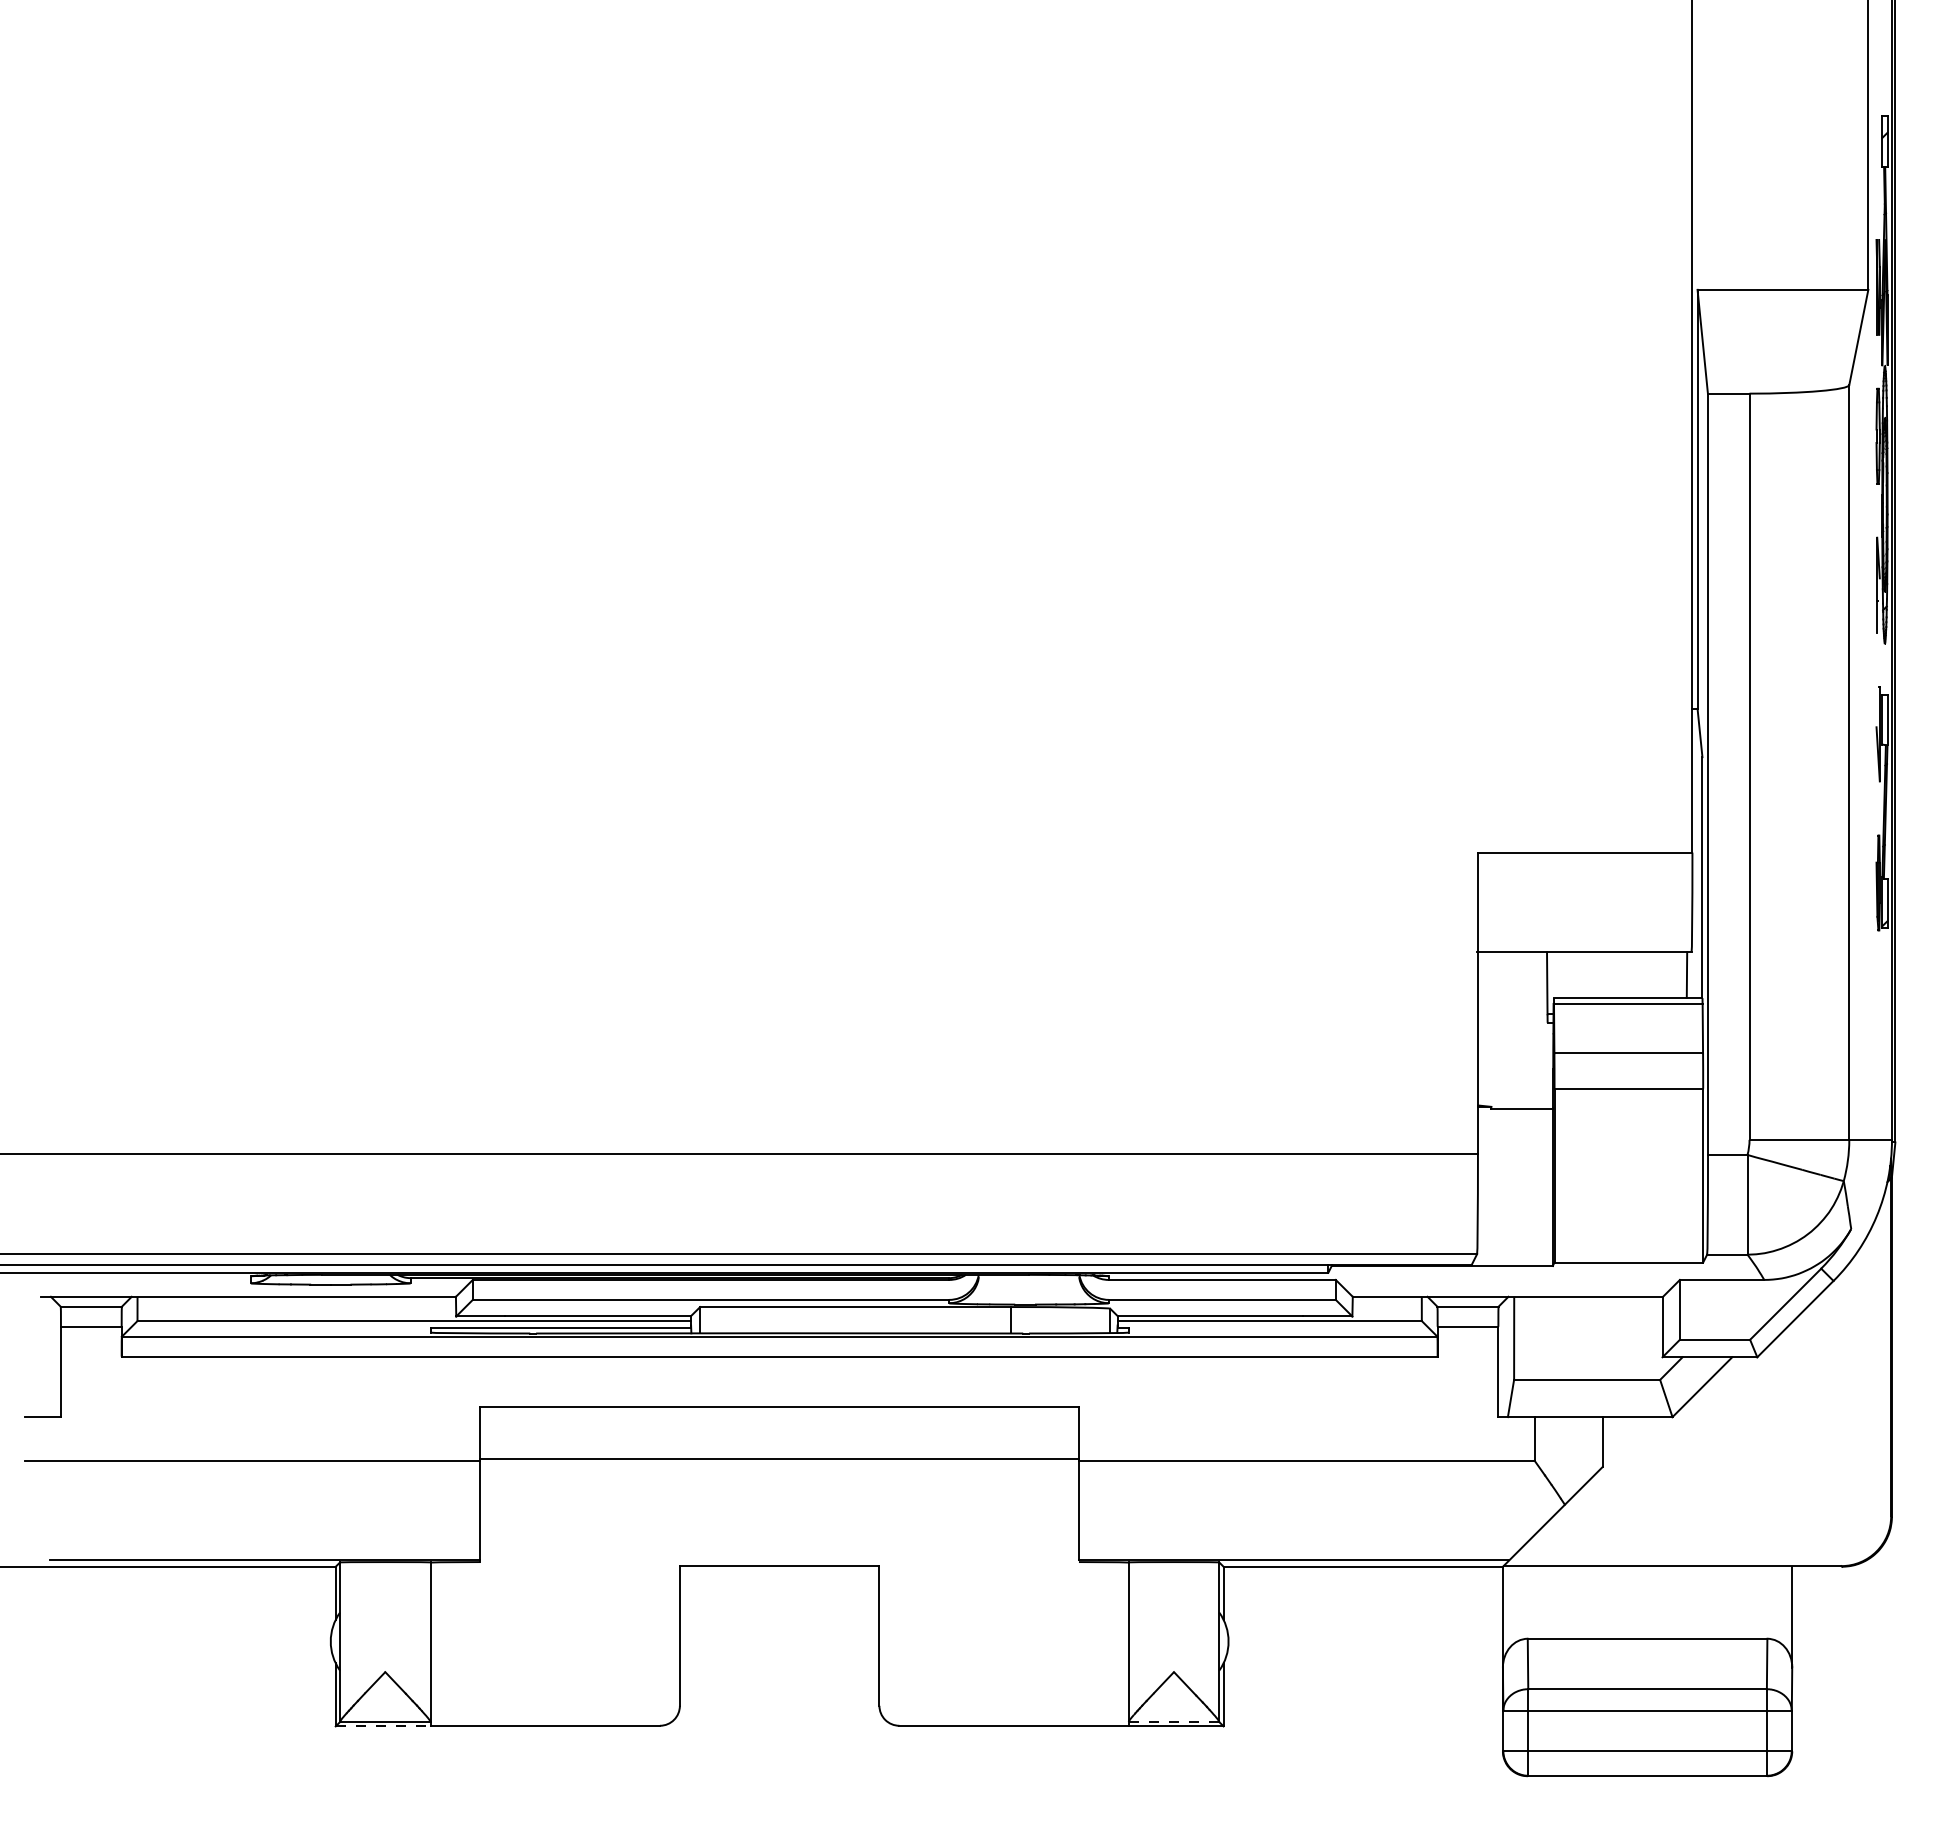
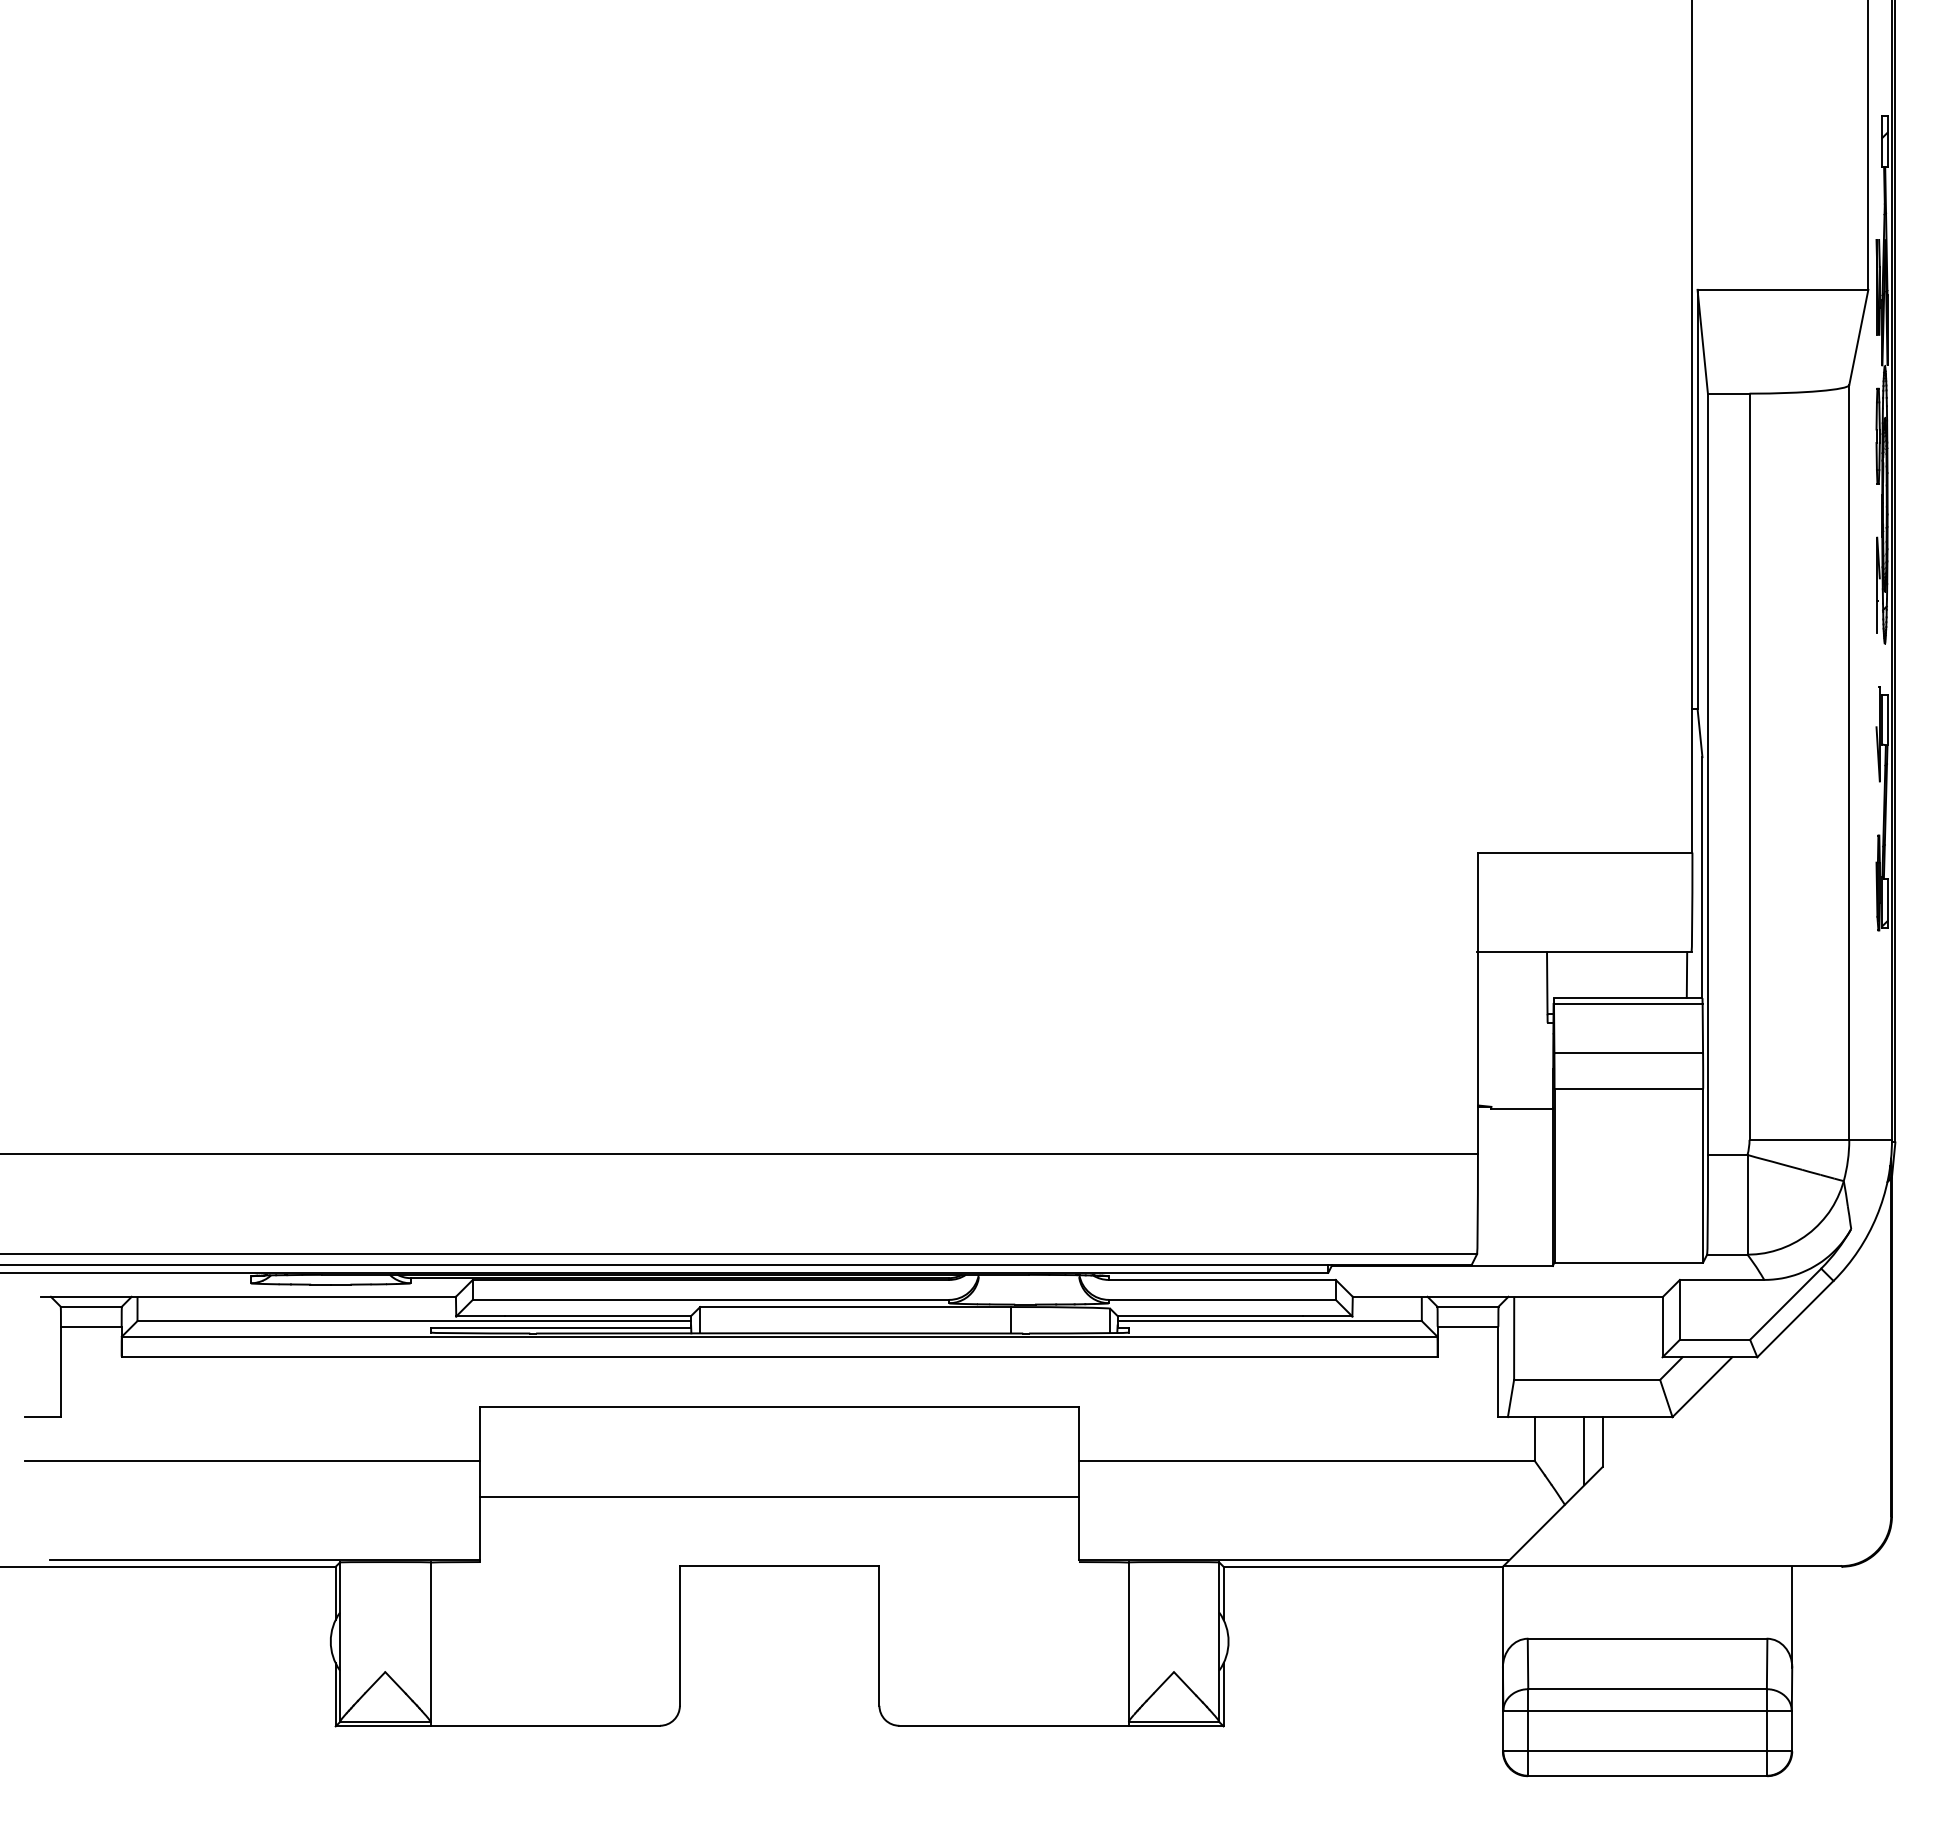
line at (1584, 1451): none -> present
line at (779, 1458) position: (779, 1458) -> (779, 1496)
line at (1173, 1721): dashed -> solid
line at (383, 1726): dashed -> solid
